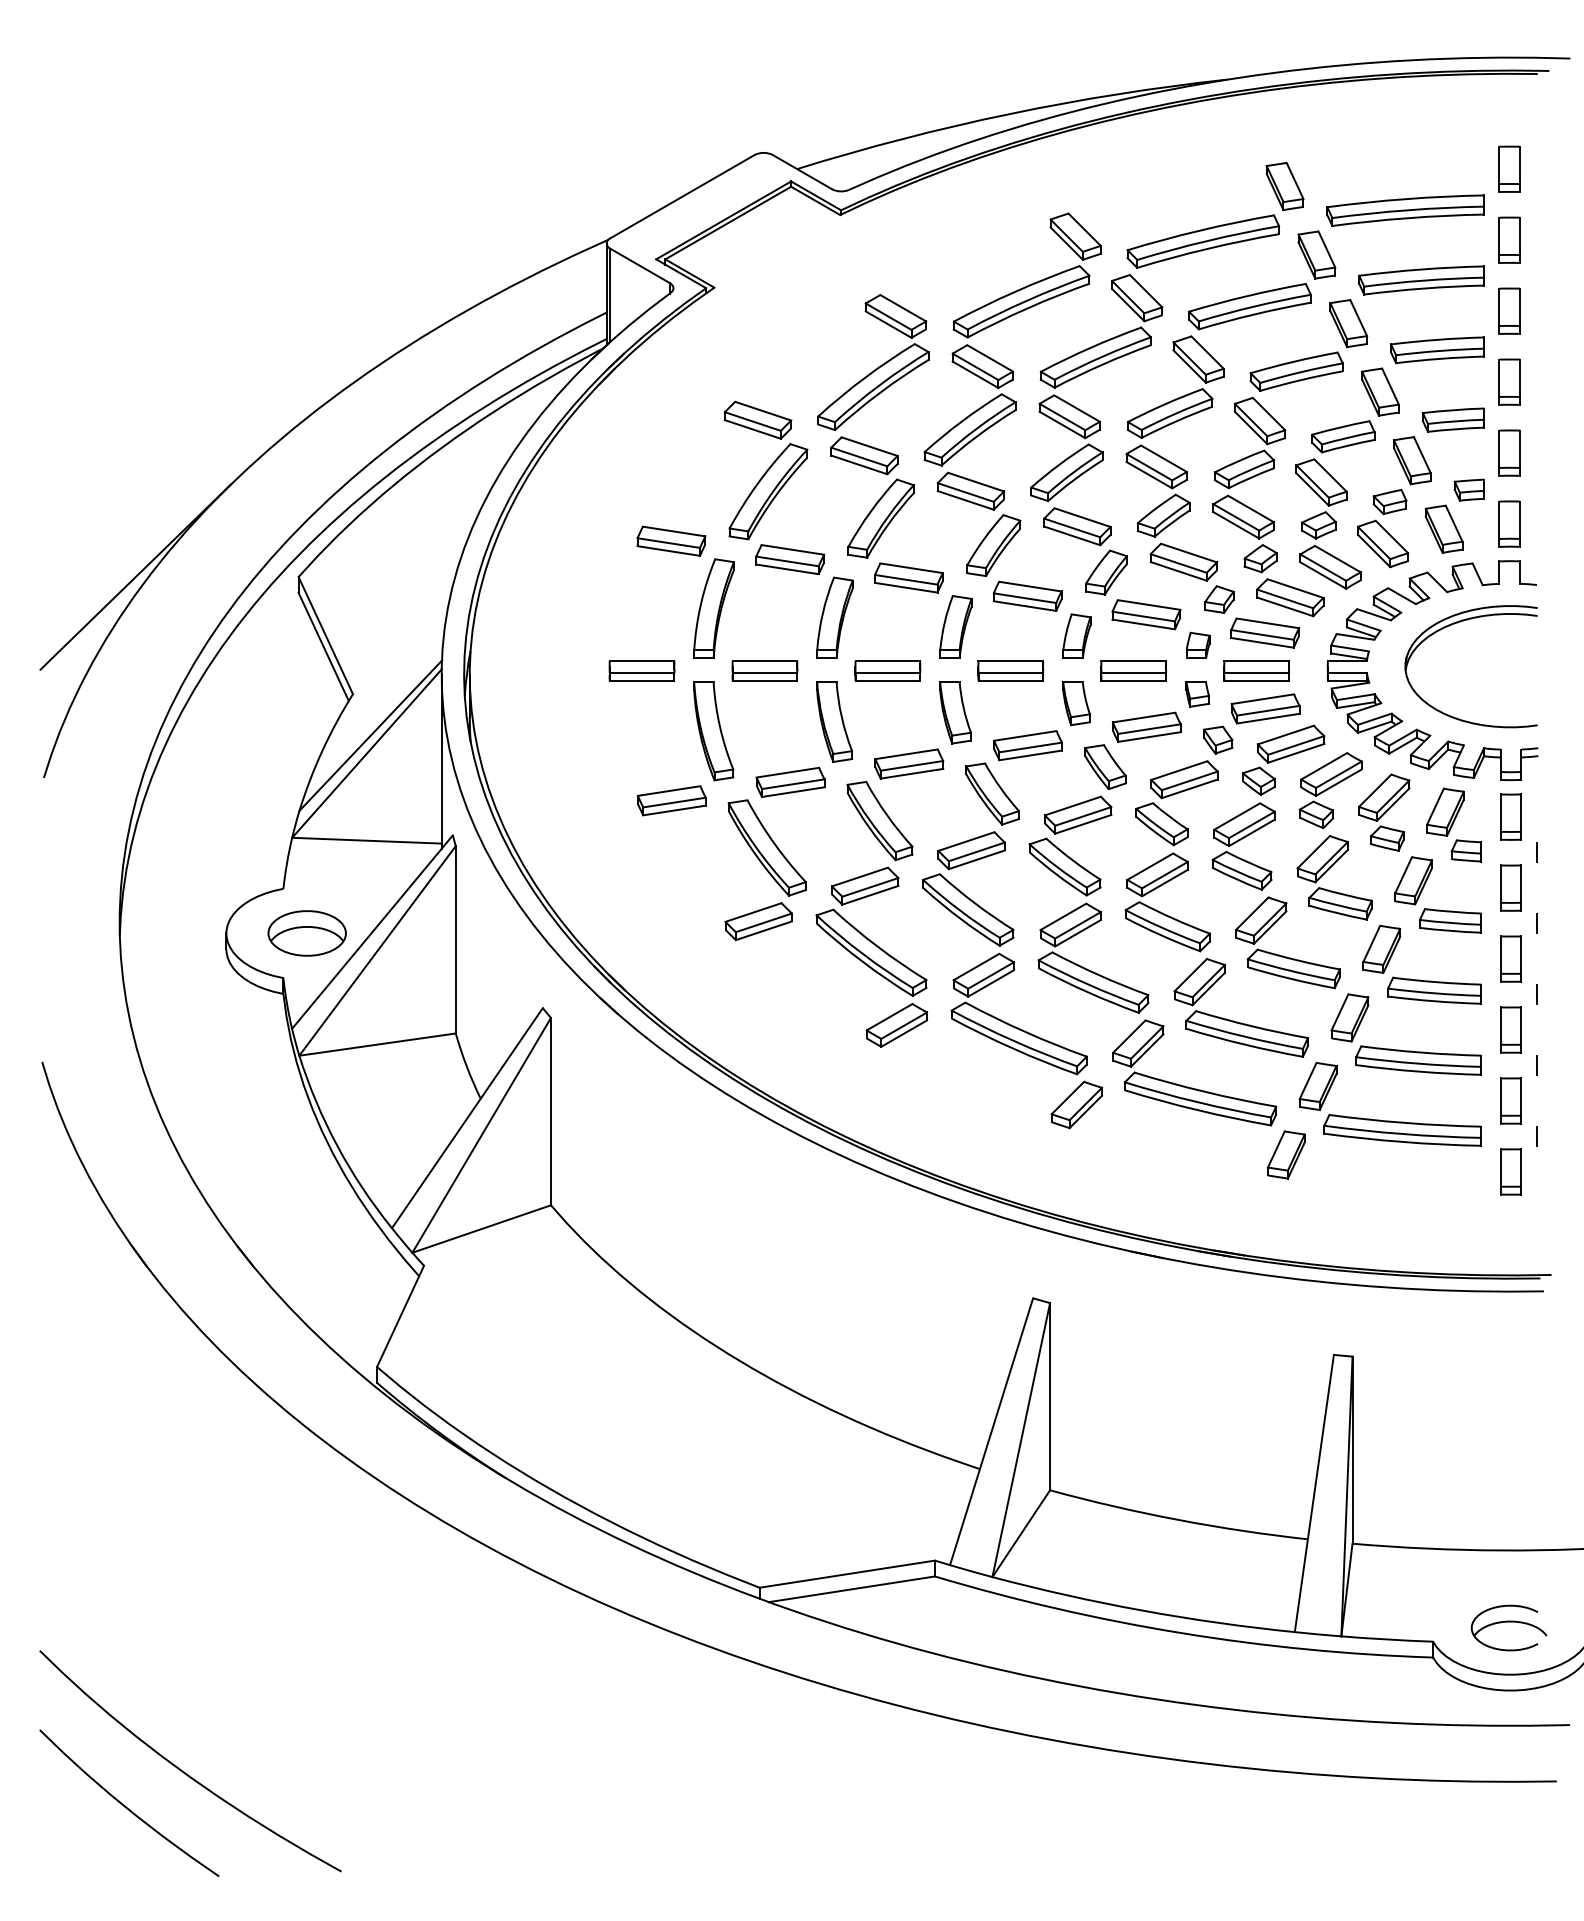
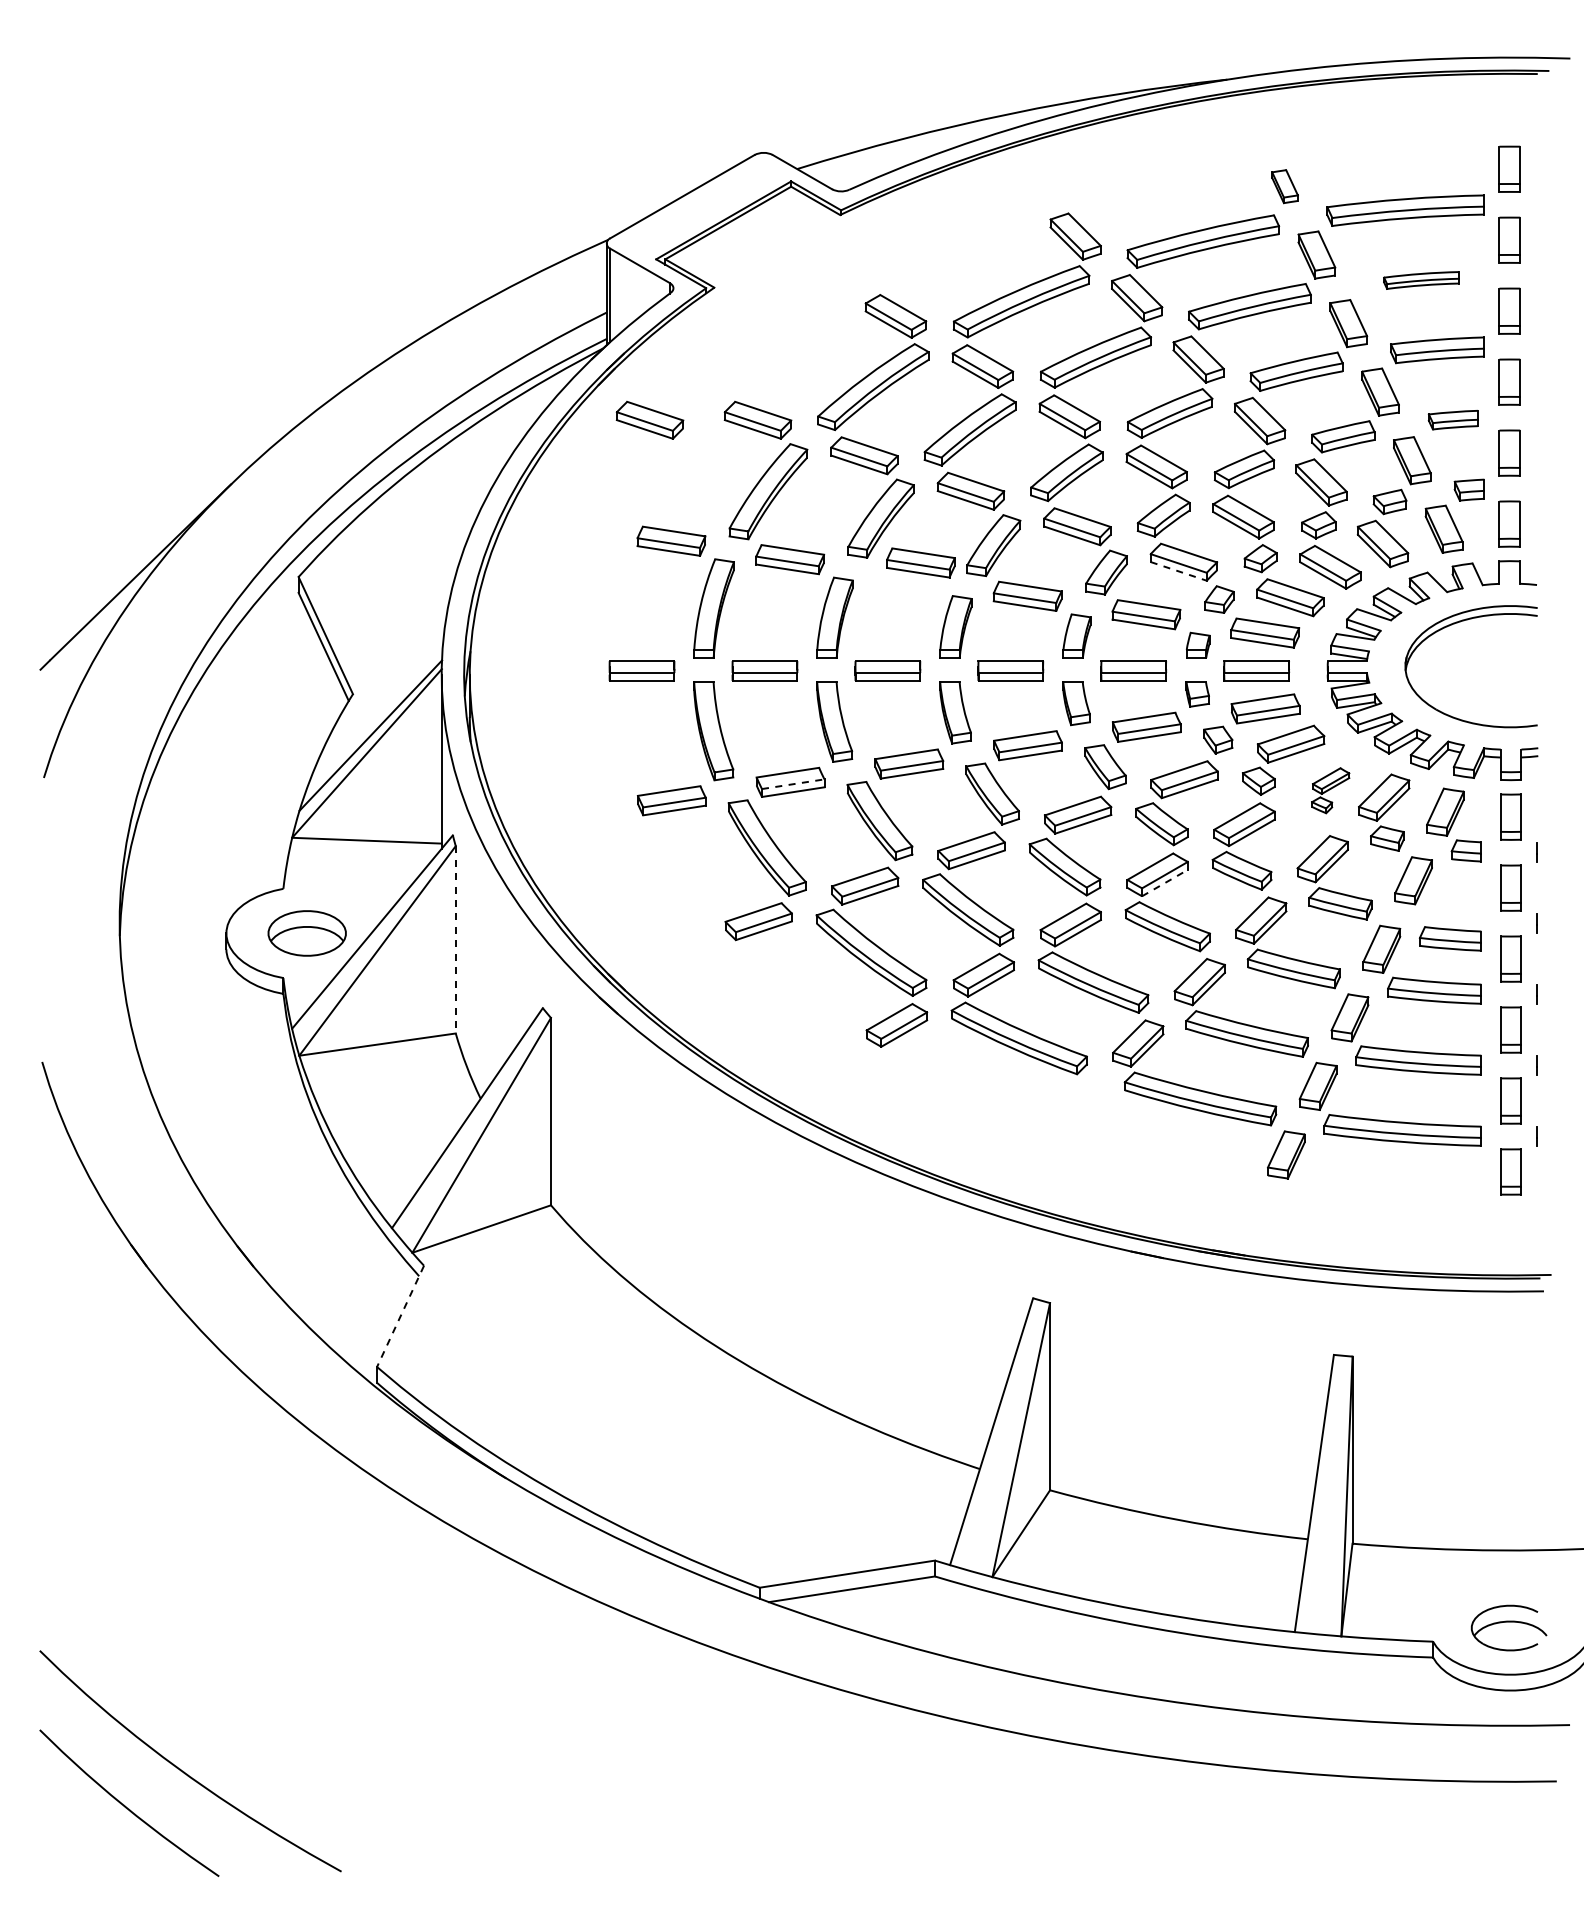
part at (1284, 186) size: 40x50 px -> 28x36 px
part at (1421, 280) size: 127x31 px -> 77x19 px
part at (649, 419): none -> present
part at (1452, 419) size: 64x26 px -> 52x22 px
line at (1178, 571): solid -> dashed
part at (908, 577) position: (908, 577) -> (920, 562)
line at (793, 784): solid -> dashed
part at (1330, 790) size: 65x78 px -> 40x48 px
line at (1165, 882): solid -> dashed
part at (1449, 920) position: (1449, 920) -> (1449, 938)
line at (455, 939): solid -> dashed
part at (1076, 1104): present -> none
line at (400, 1316): solid -> dashed
